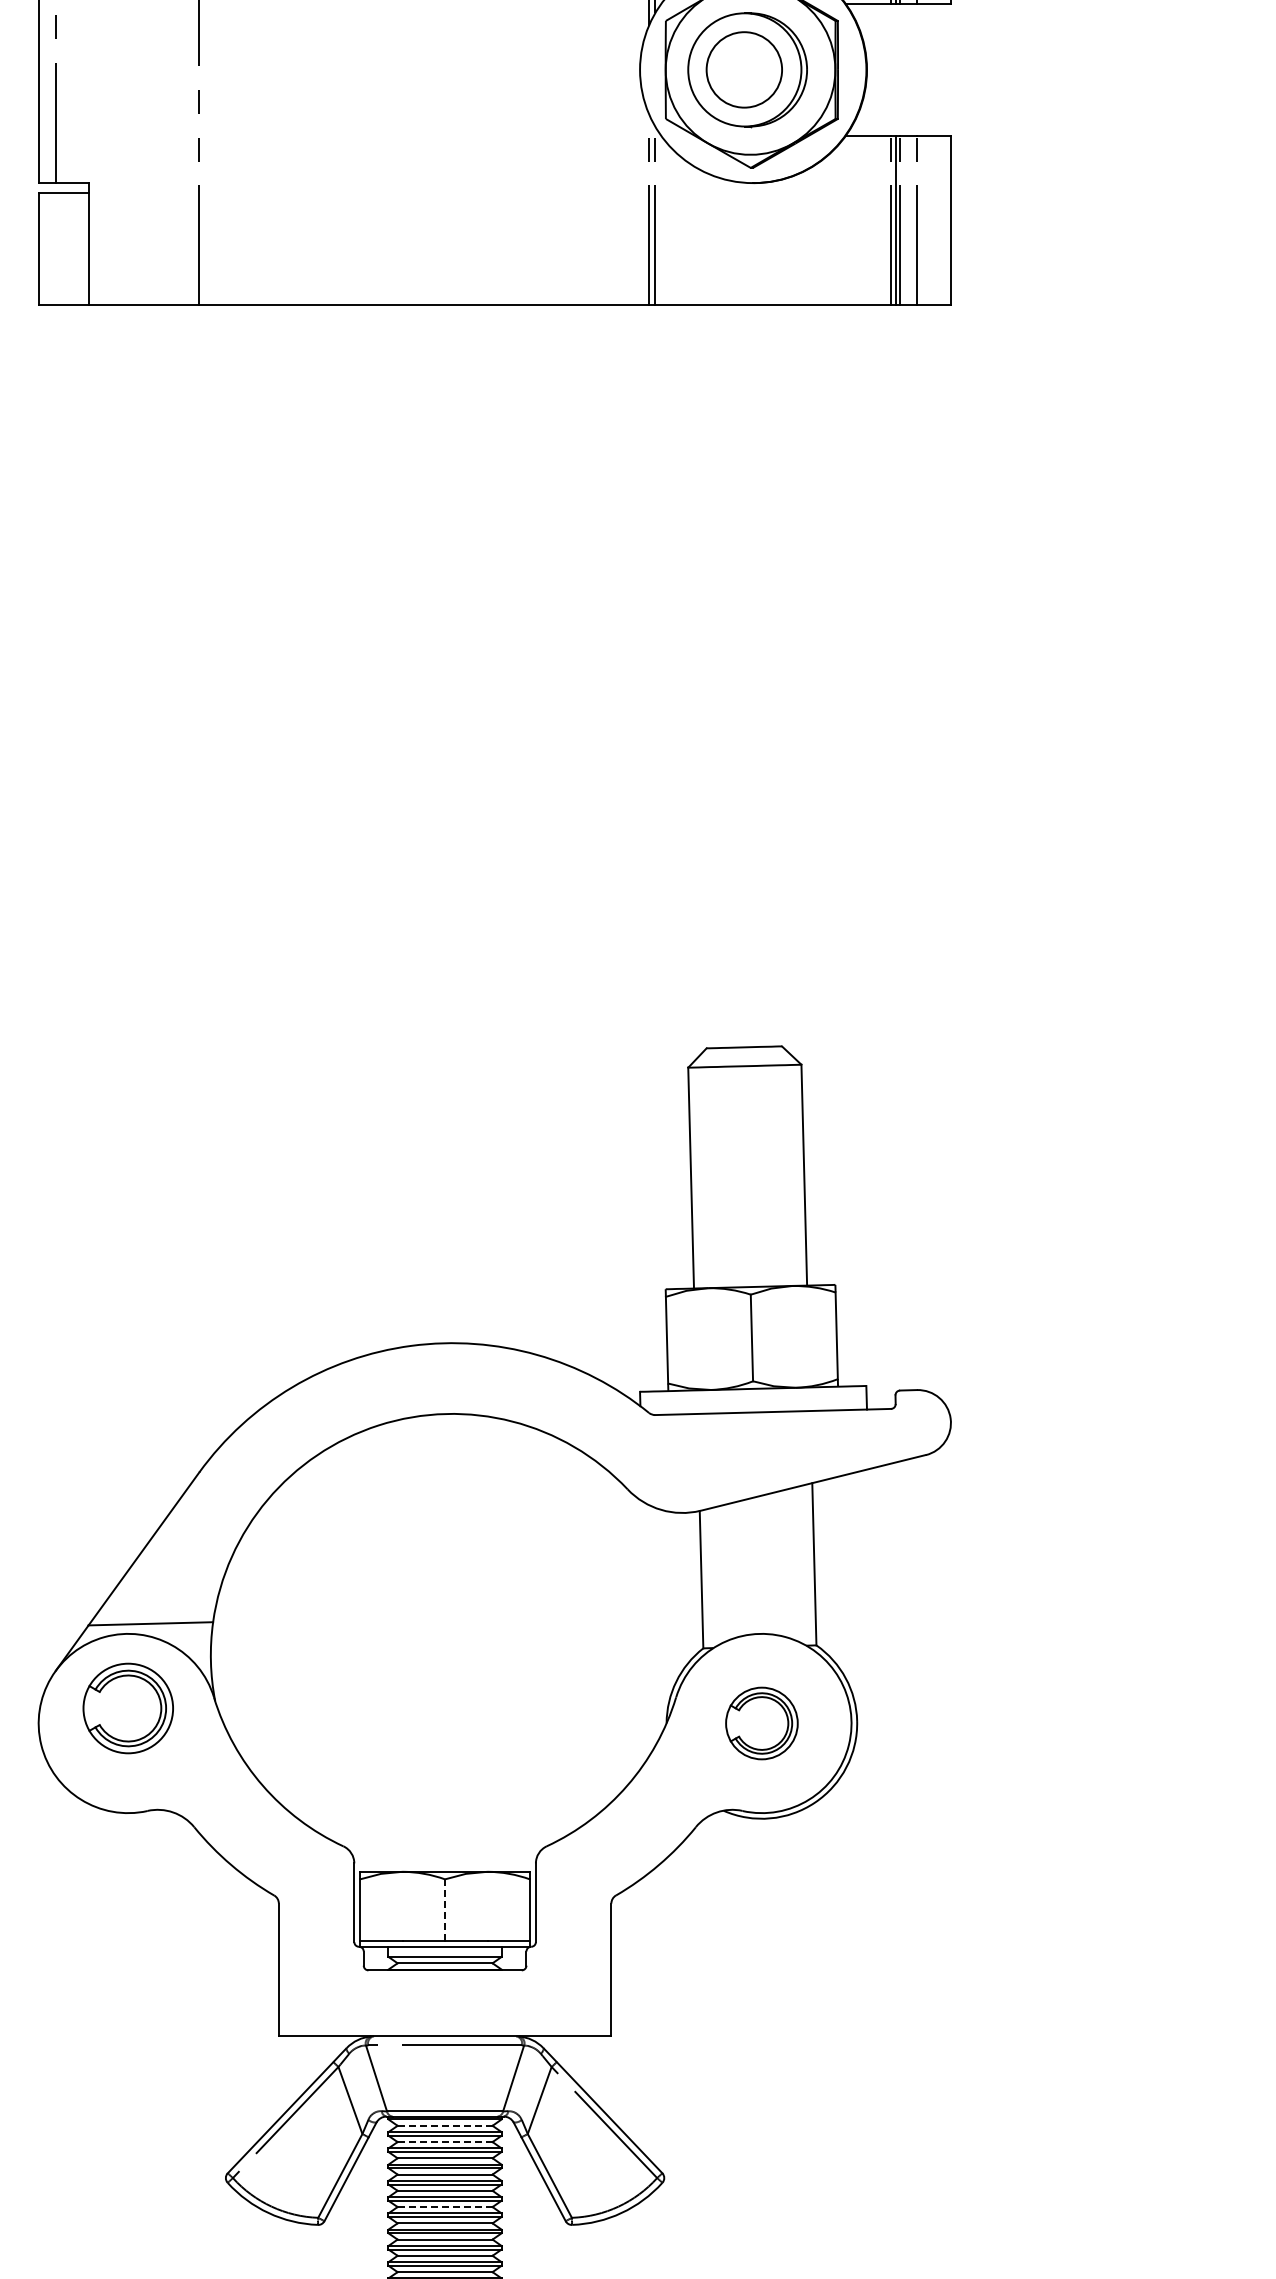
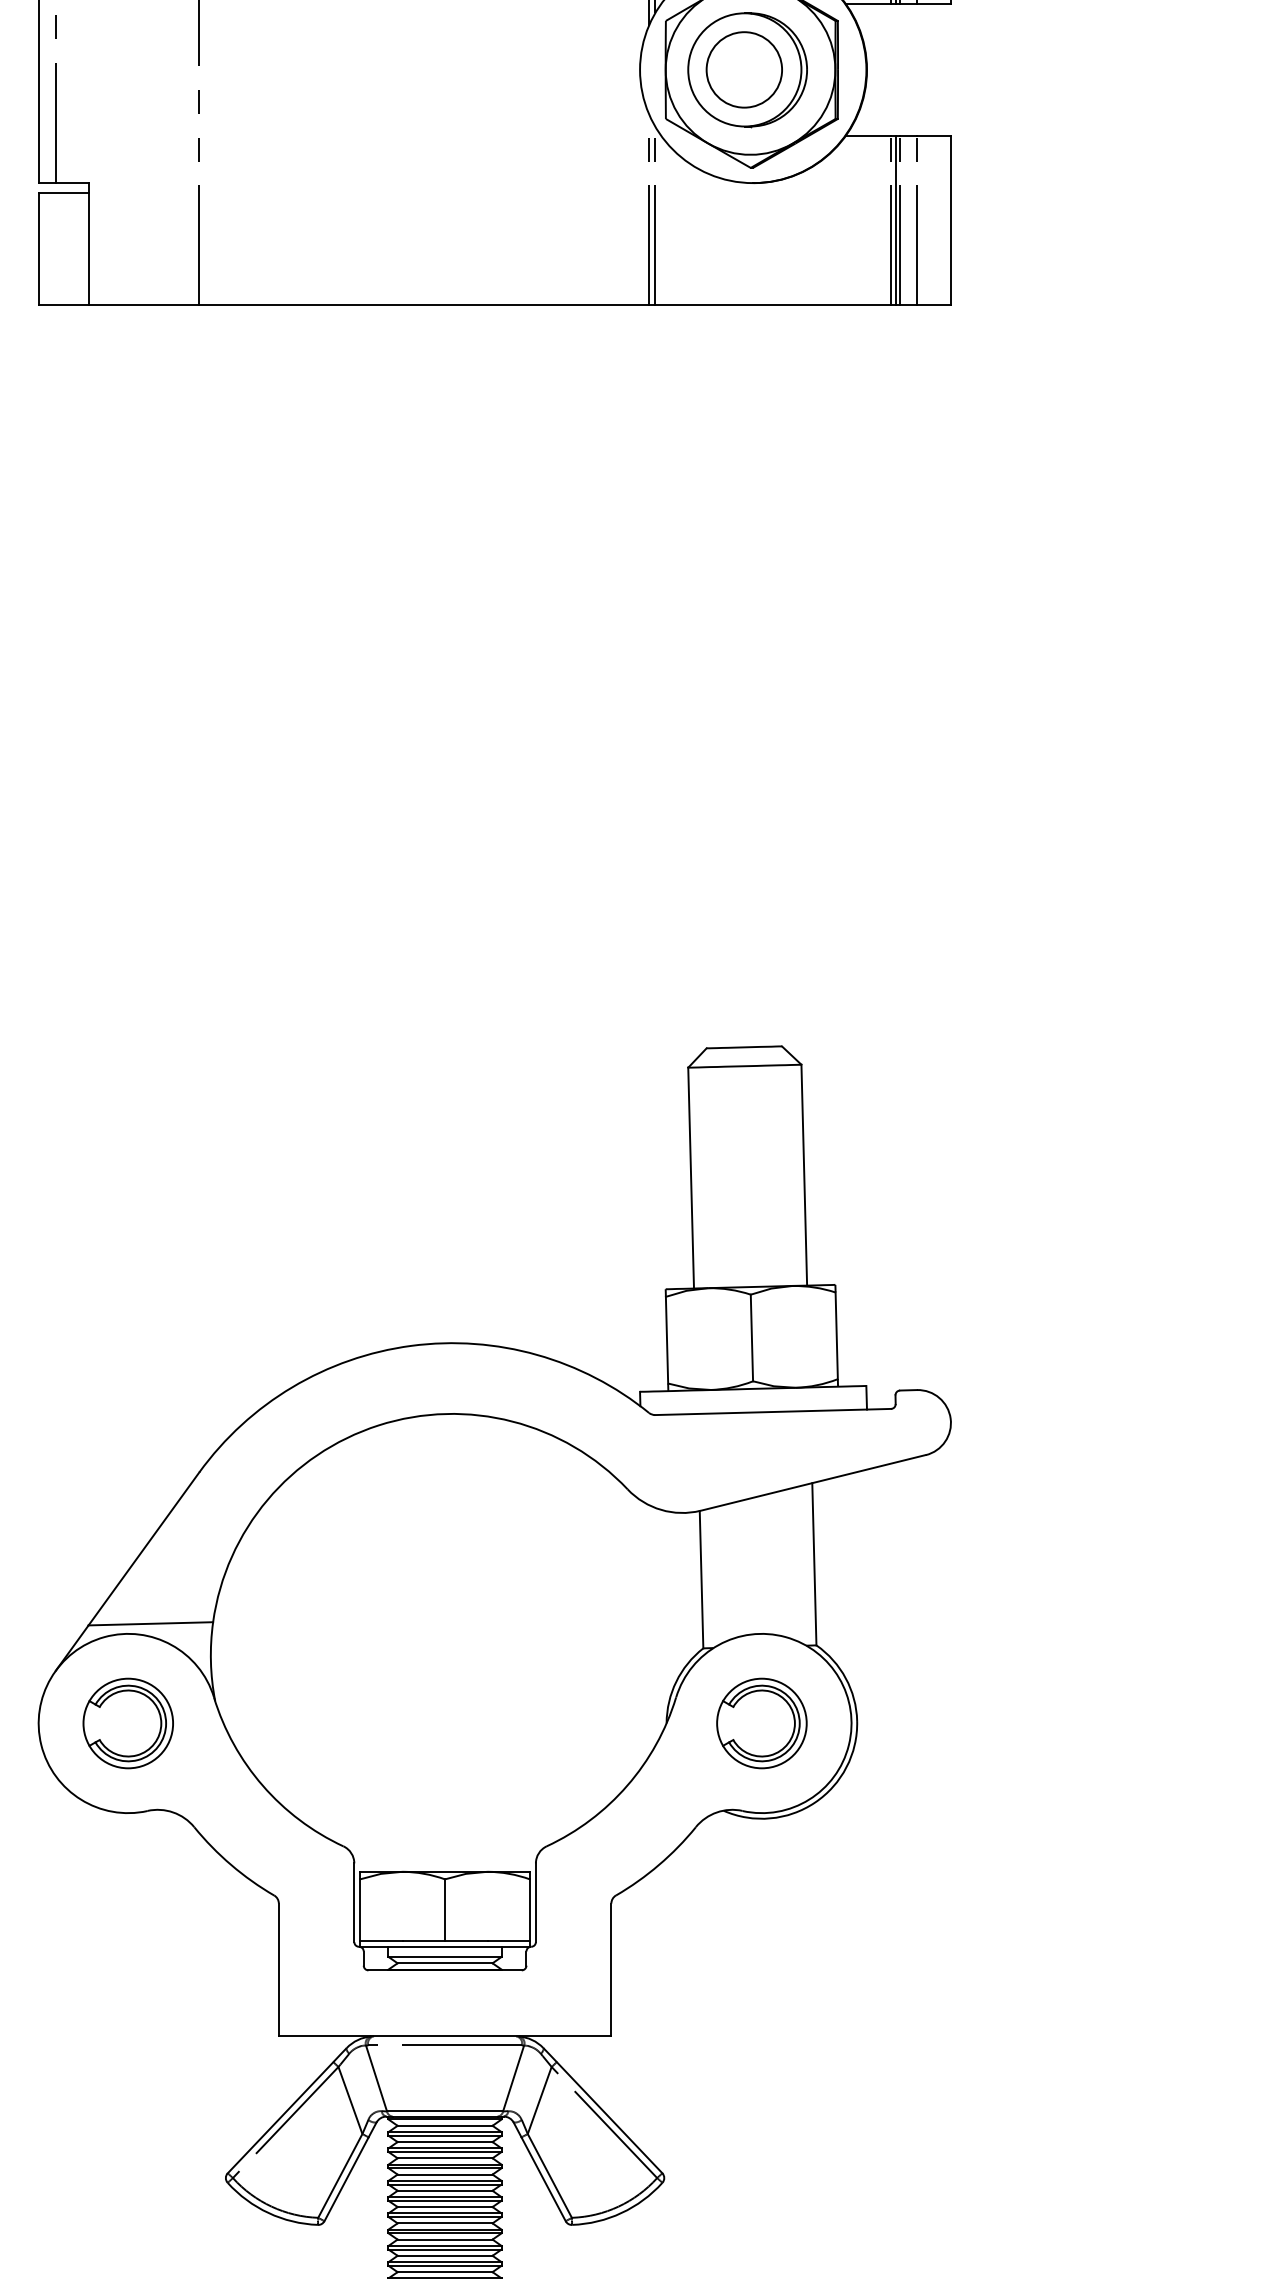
part at (127, 1708) position: (127, 1708) -> (127, 1723)
part at (761, 1723) size: 74x75 px -> 92x93 px
line at (445, 1910): dashed -> solid
line at (445, 2125): dashed -> solid
line at (445, 2142): dashed -> solid
line at (445, 2207): dashed -> solid
